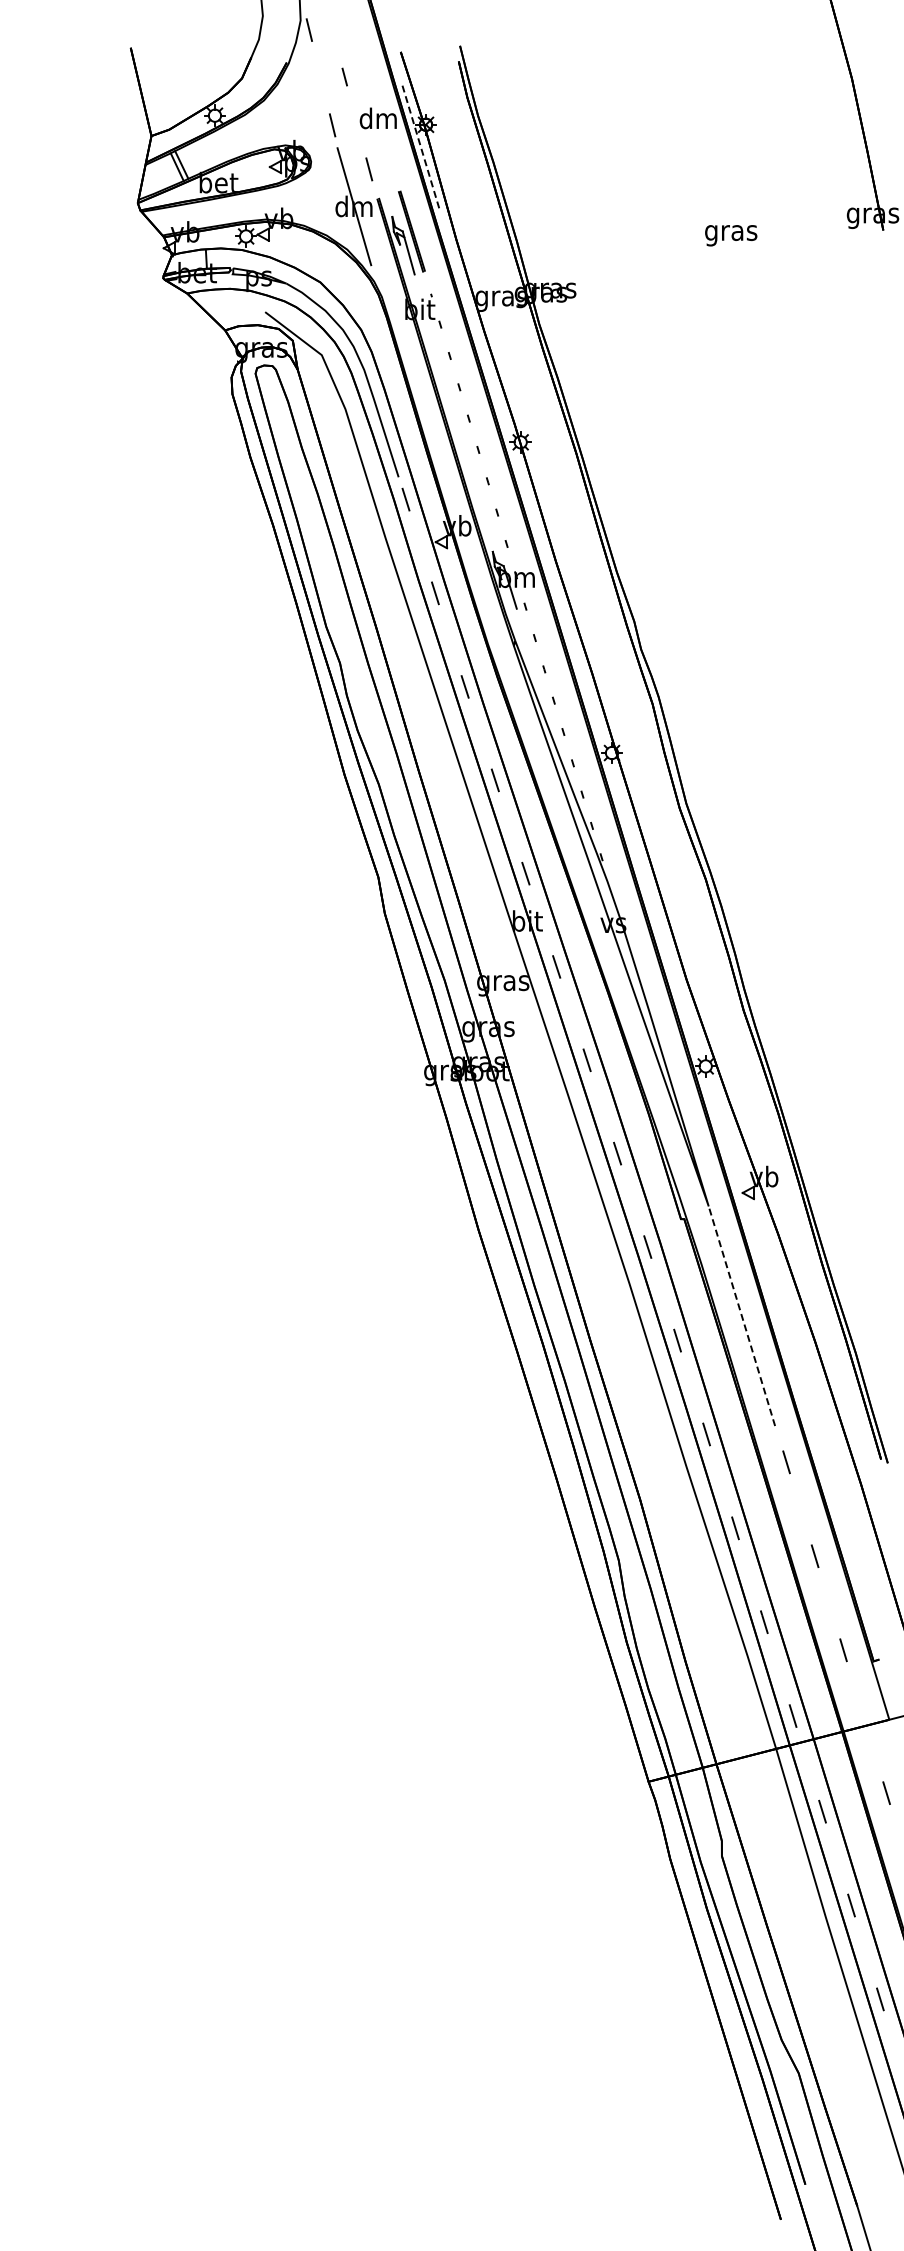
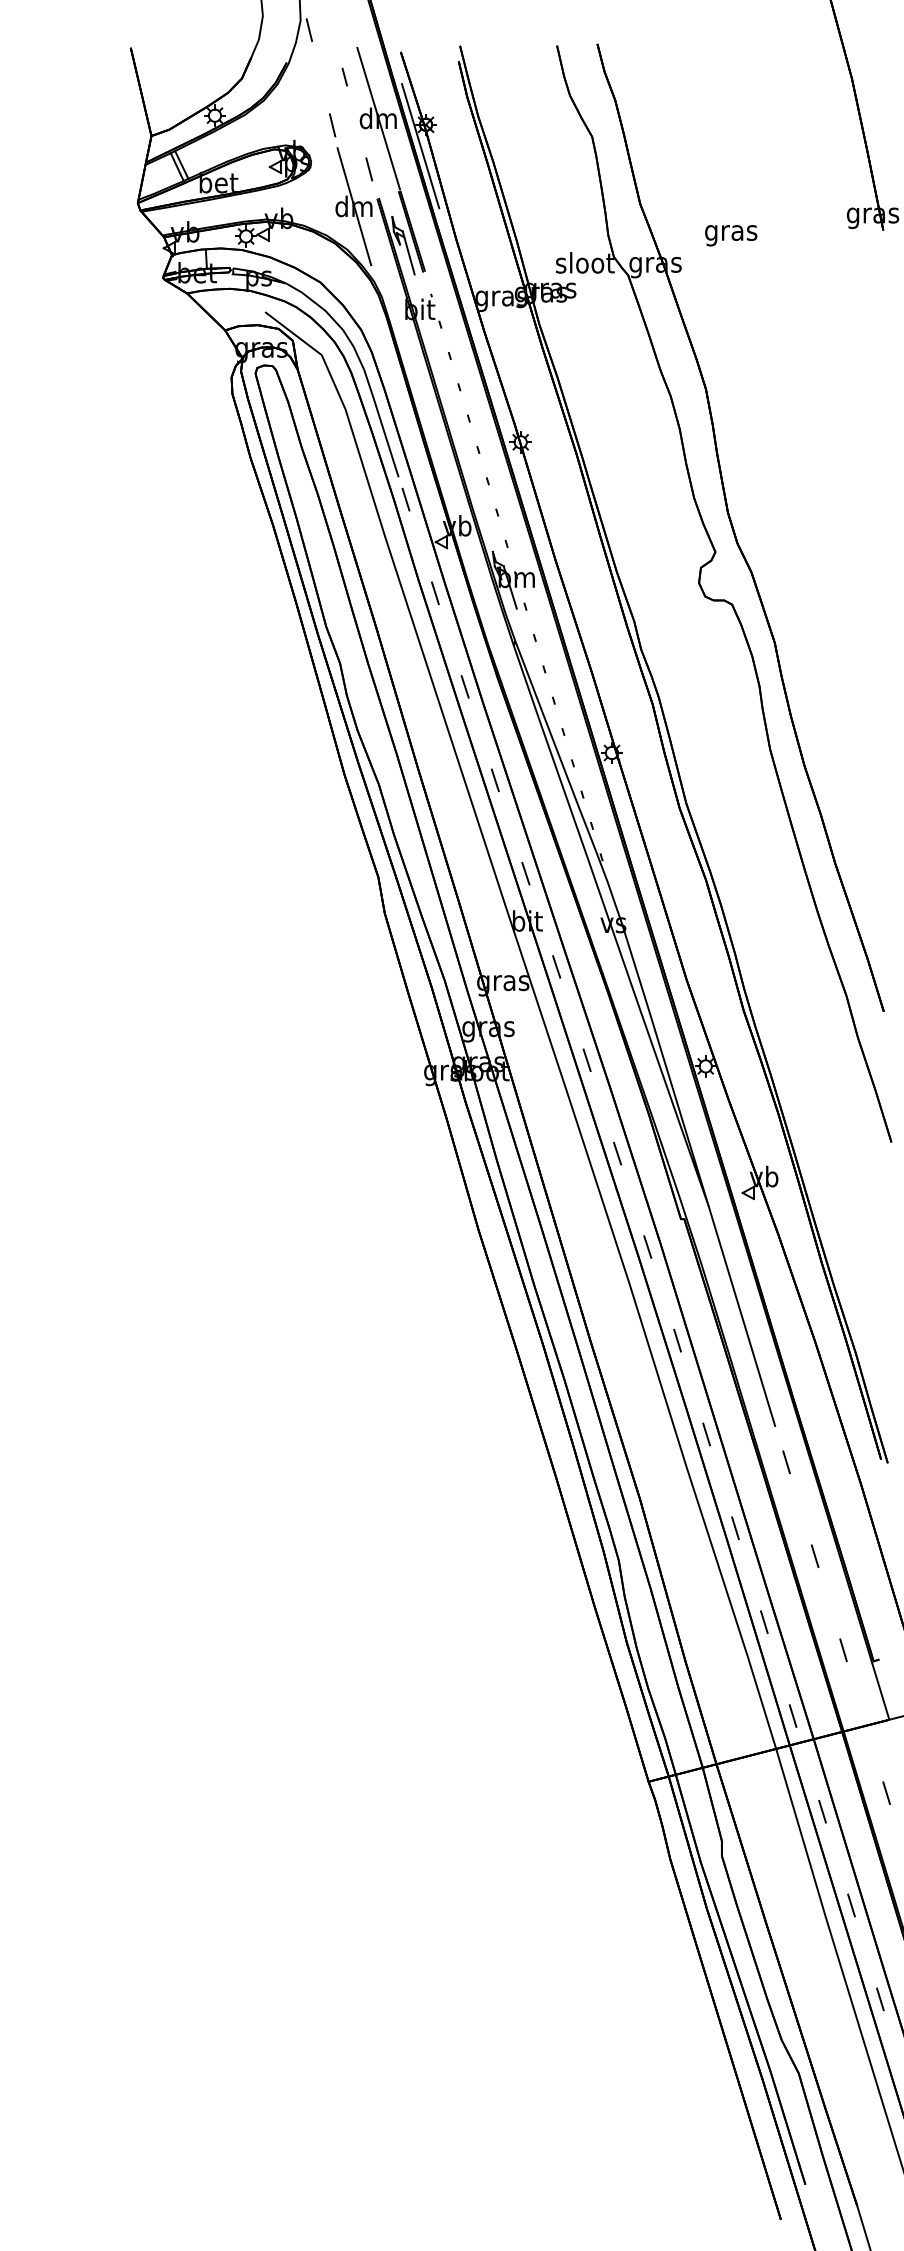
line at (378, 118): none -> present
line at (420, 146): dashed -> solid
part at (724, 599): none -> present
line at (741, 1316): dashed -> solid
